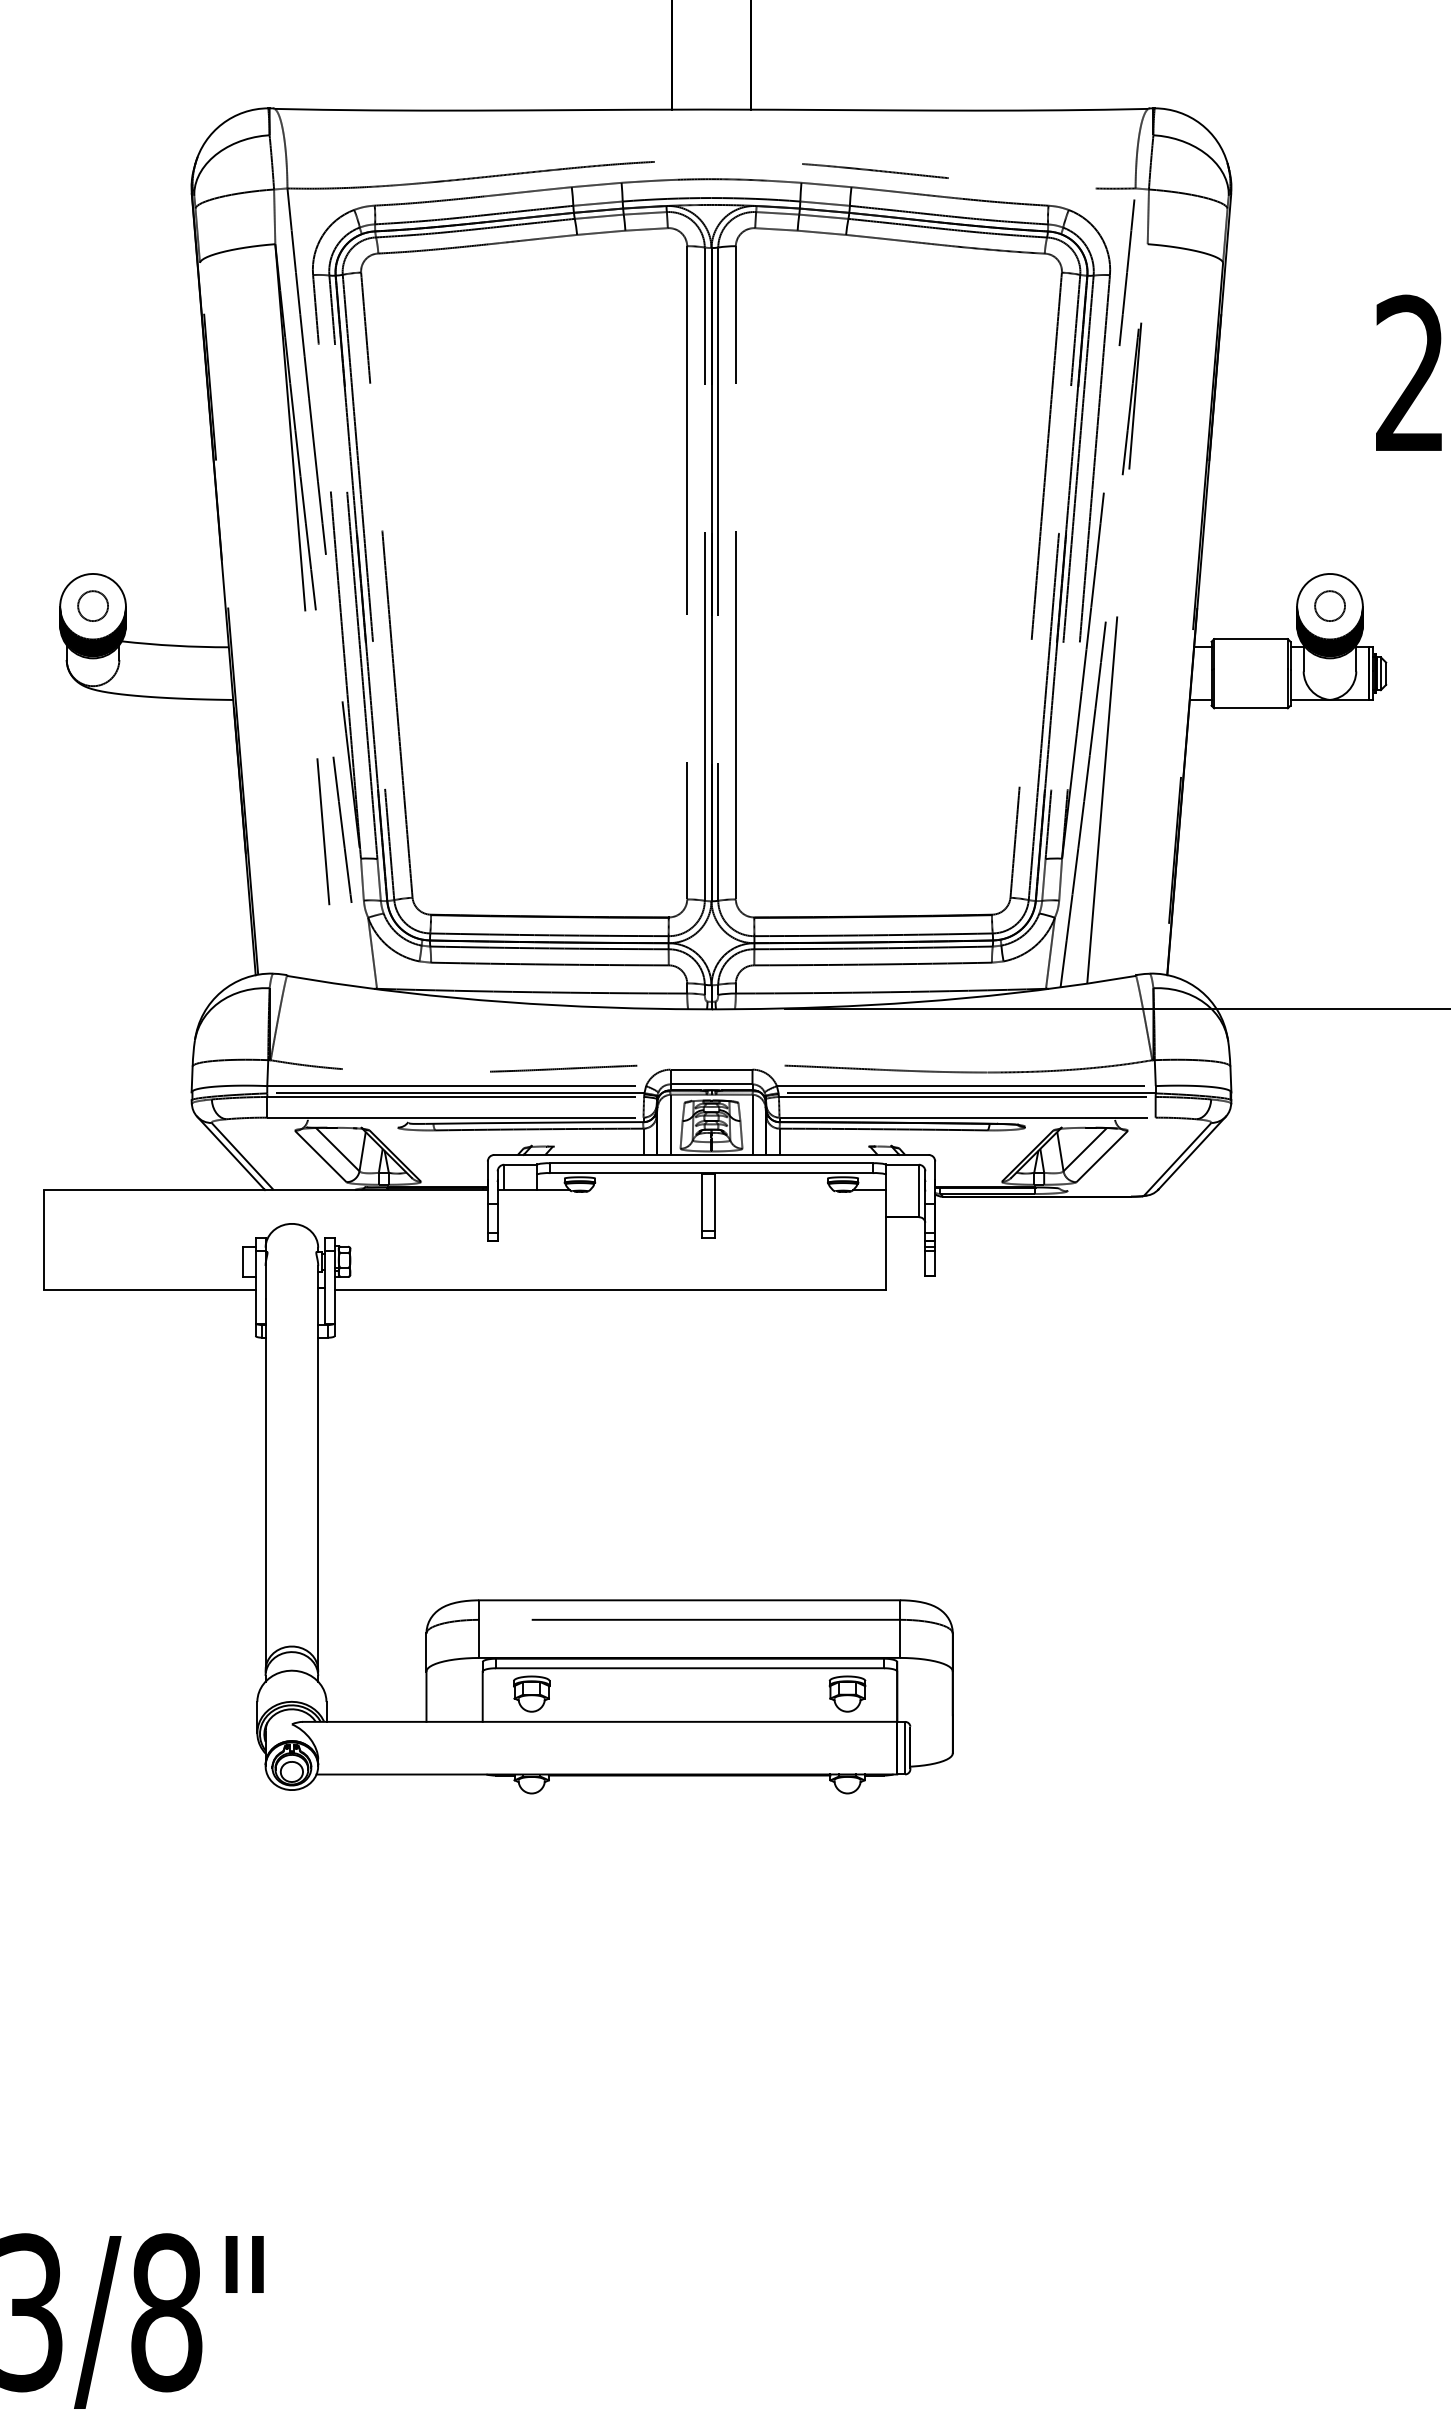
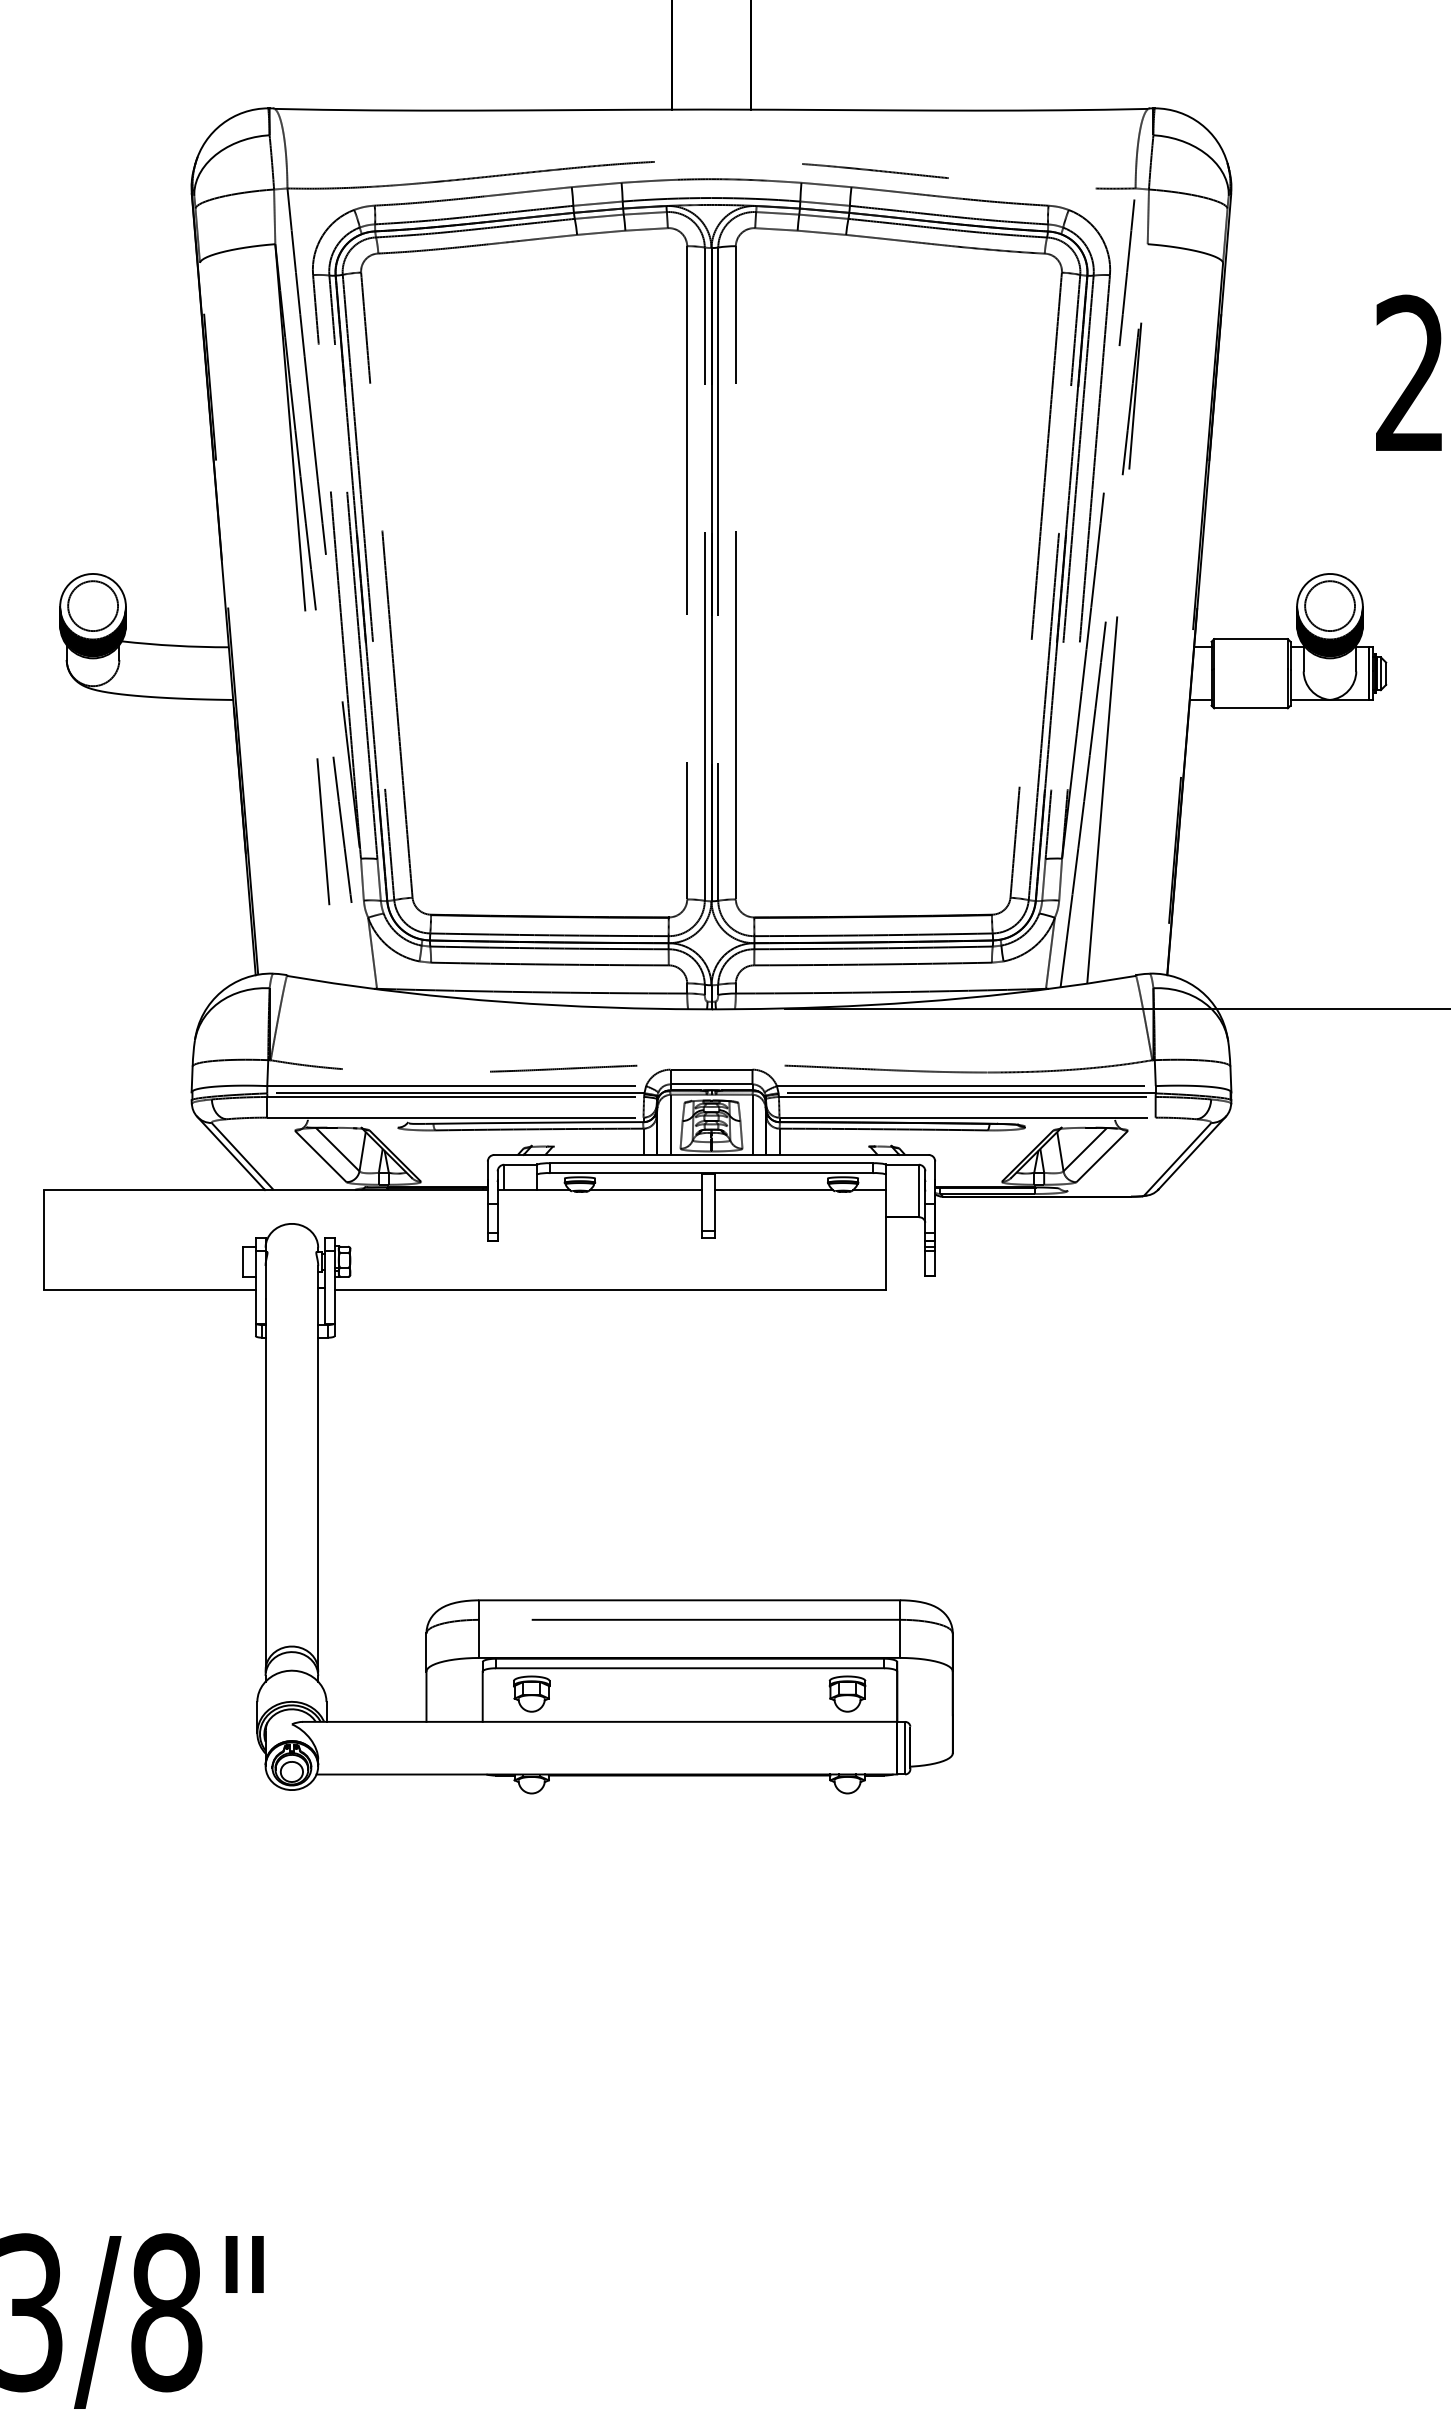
circle at (93, 606) diameter: 30 px -> 50 px
circle at (1330, 606) diameter: 30 px -> 50 px
line at (645, 1189): none -> present
line at (773, 1189): none -> present
